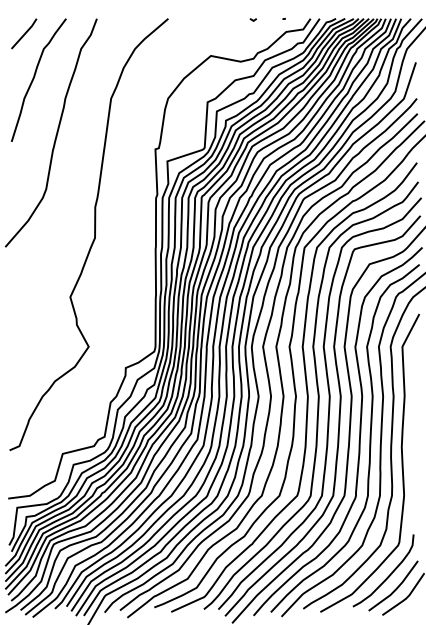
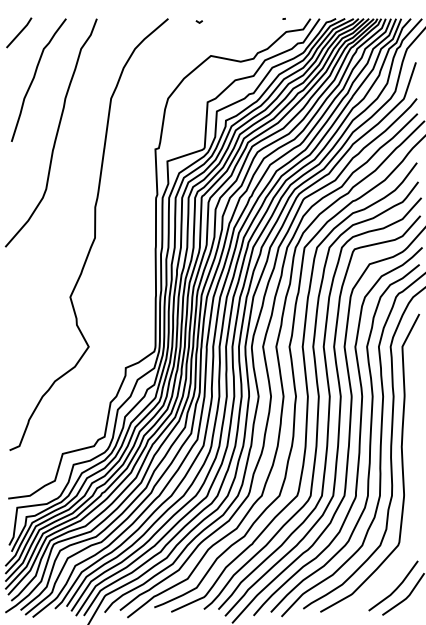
line at (252, 19) position: (252, 19) -> (198, 21)
line at (24, 33) position: (24, 33) -> (19, 32)
curve at (388, 575): present -> none
